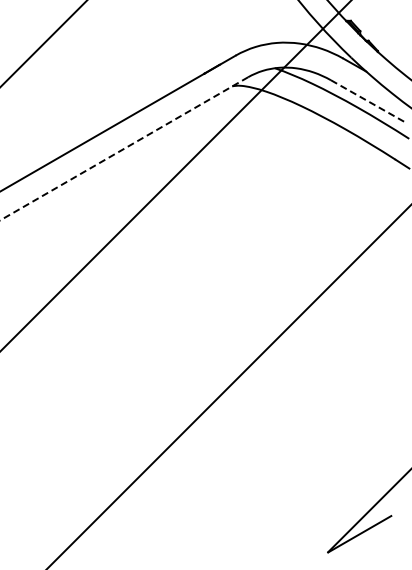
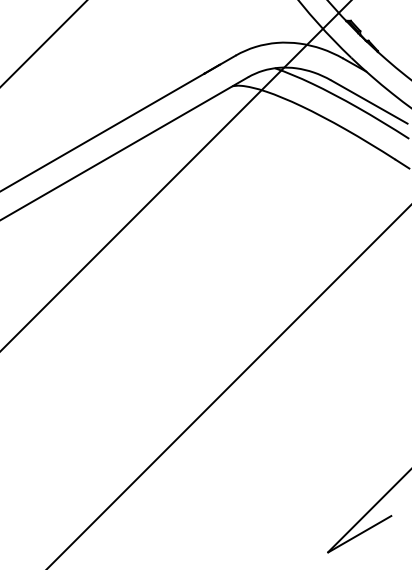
line at (369, 101): dashed -> solid
line at (124, 148): dashed -> solid
